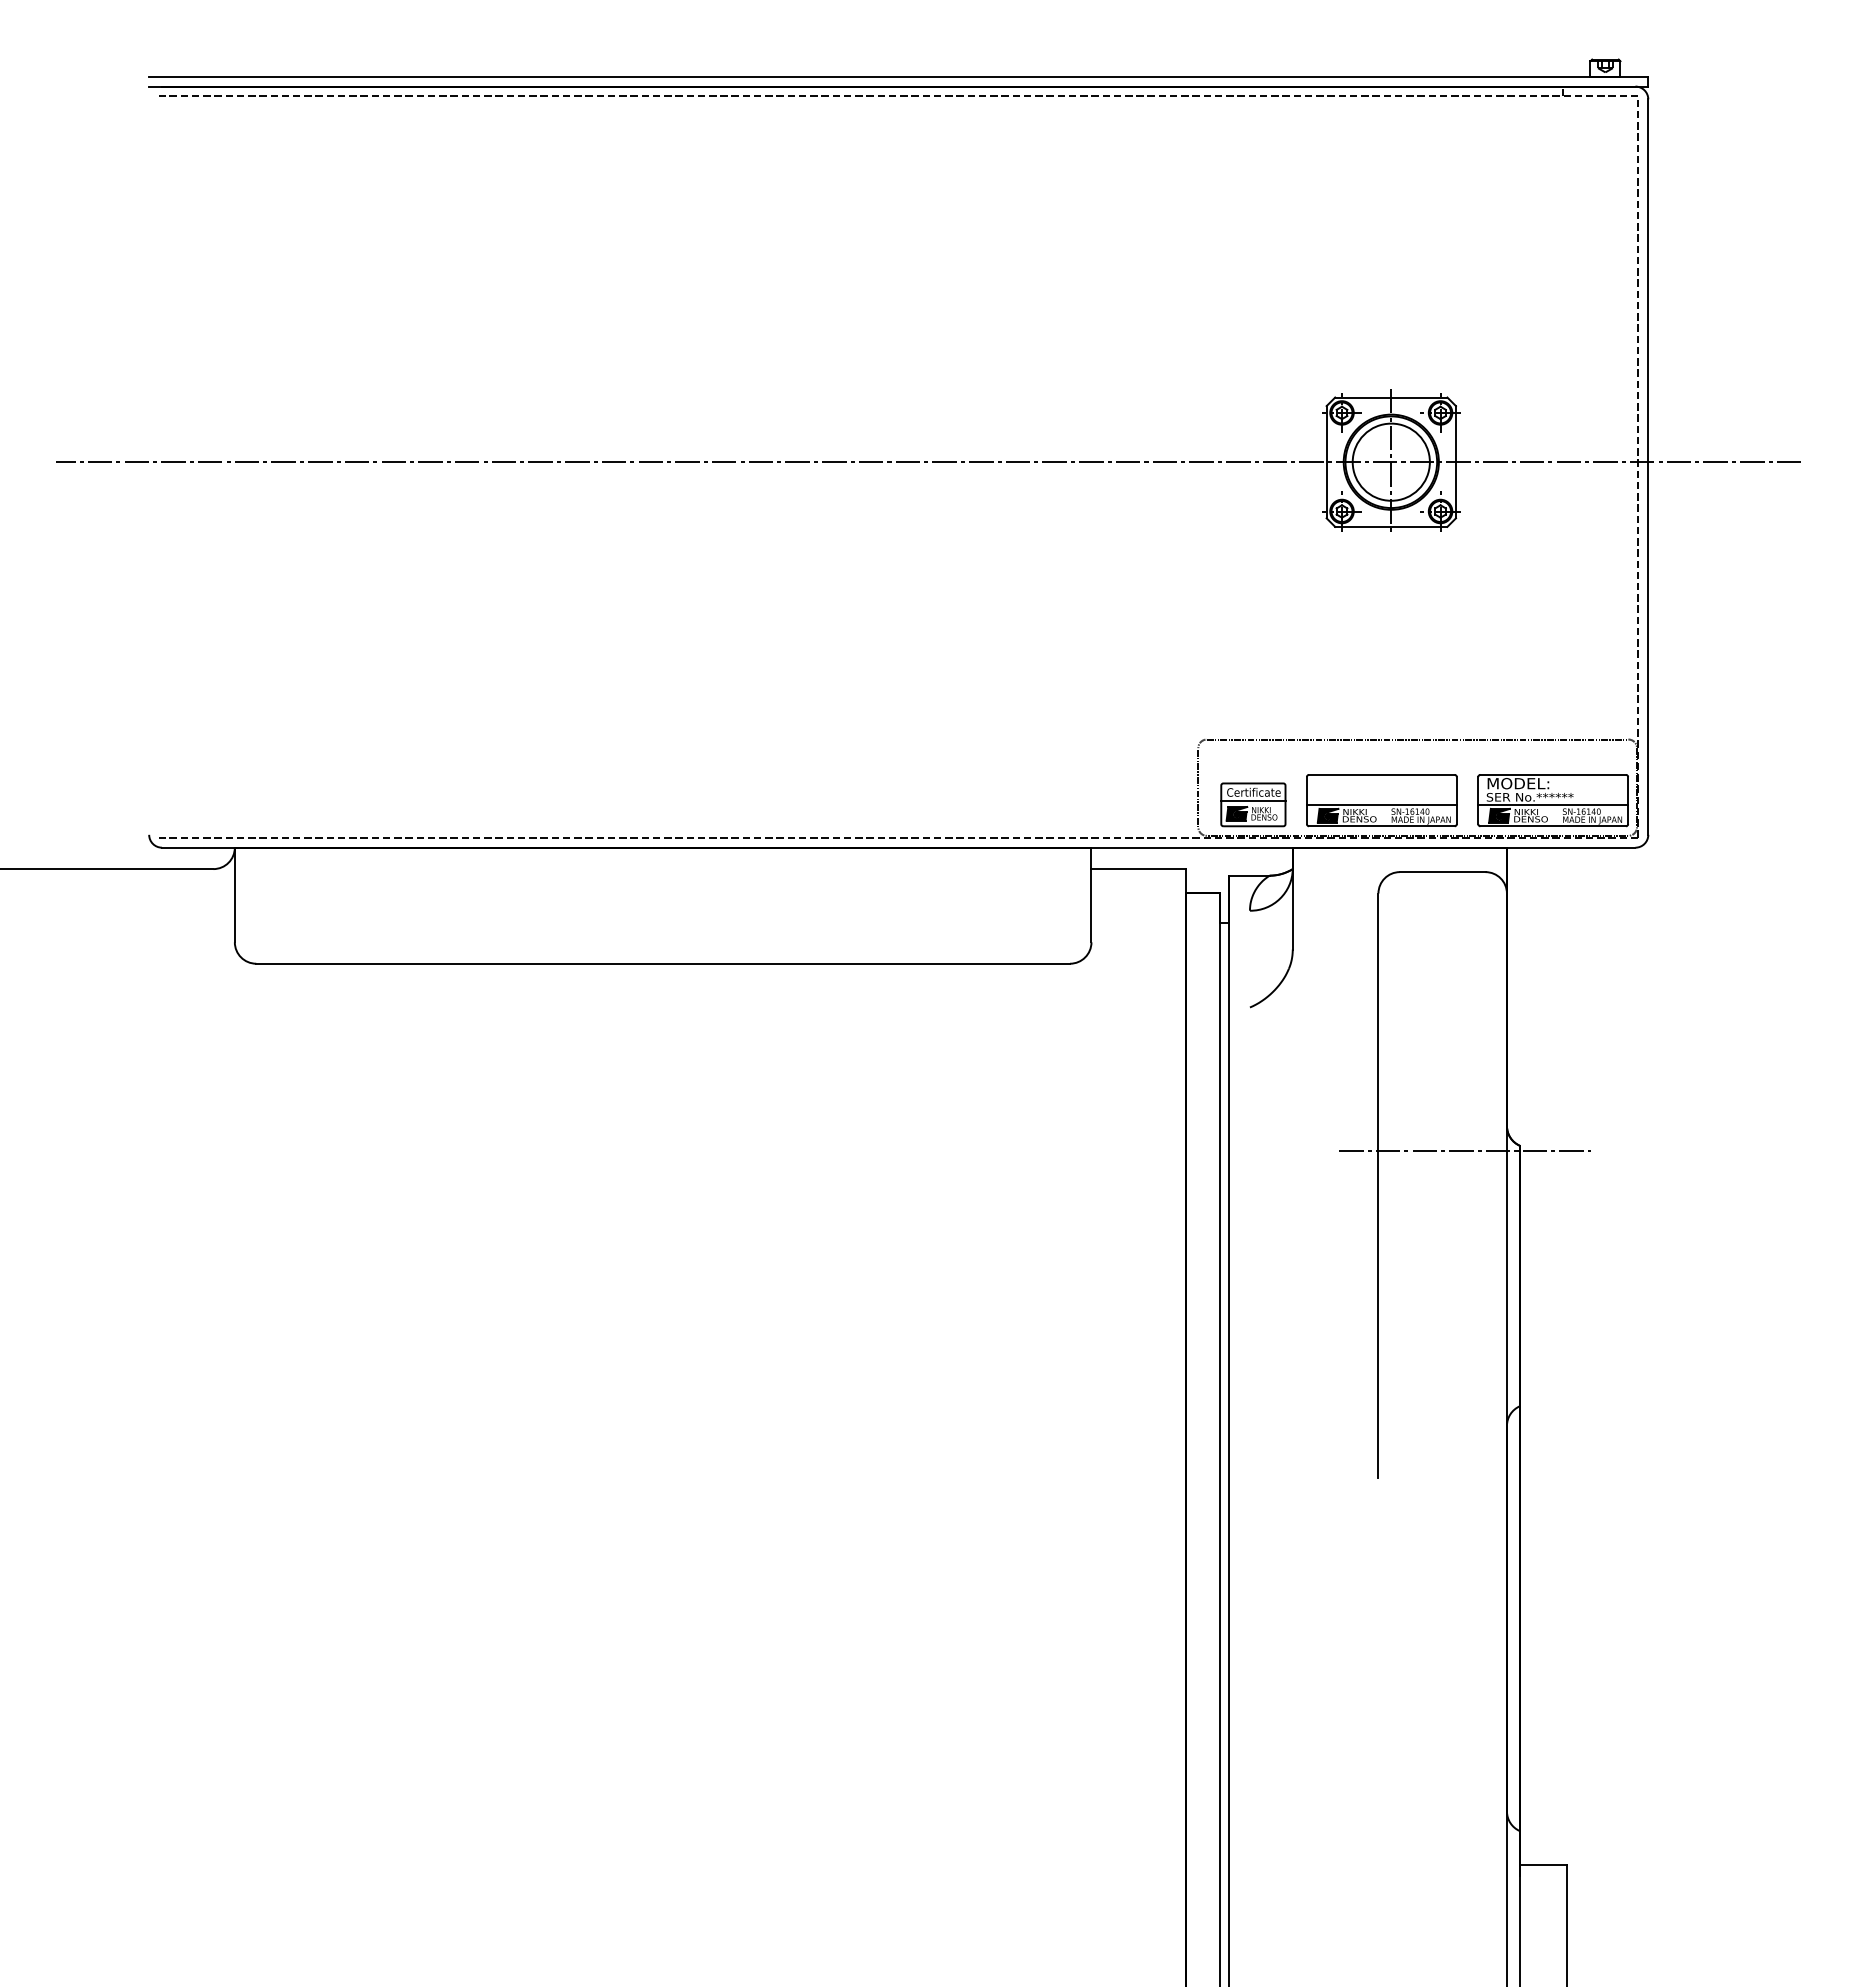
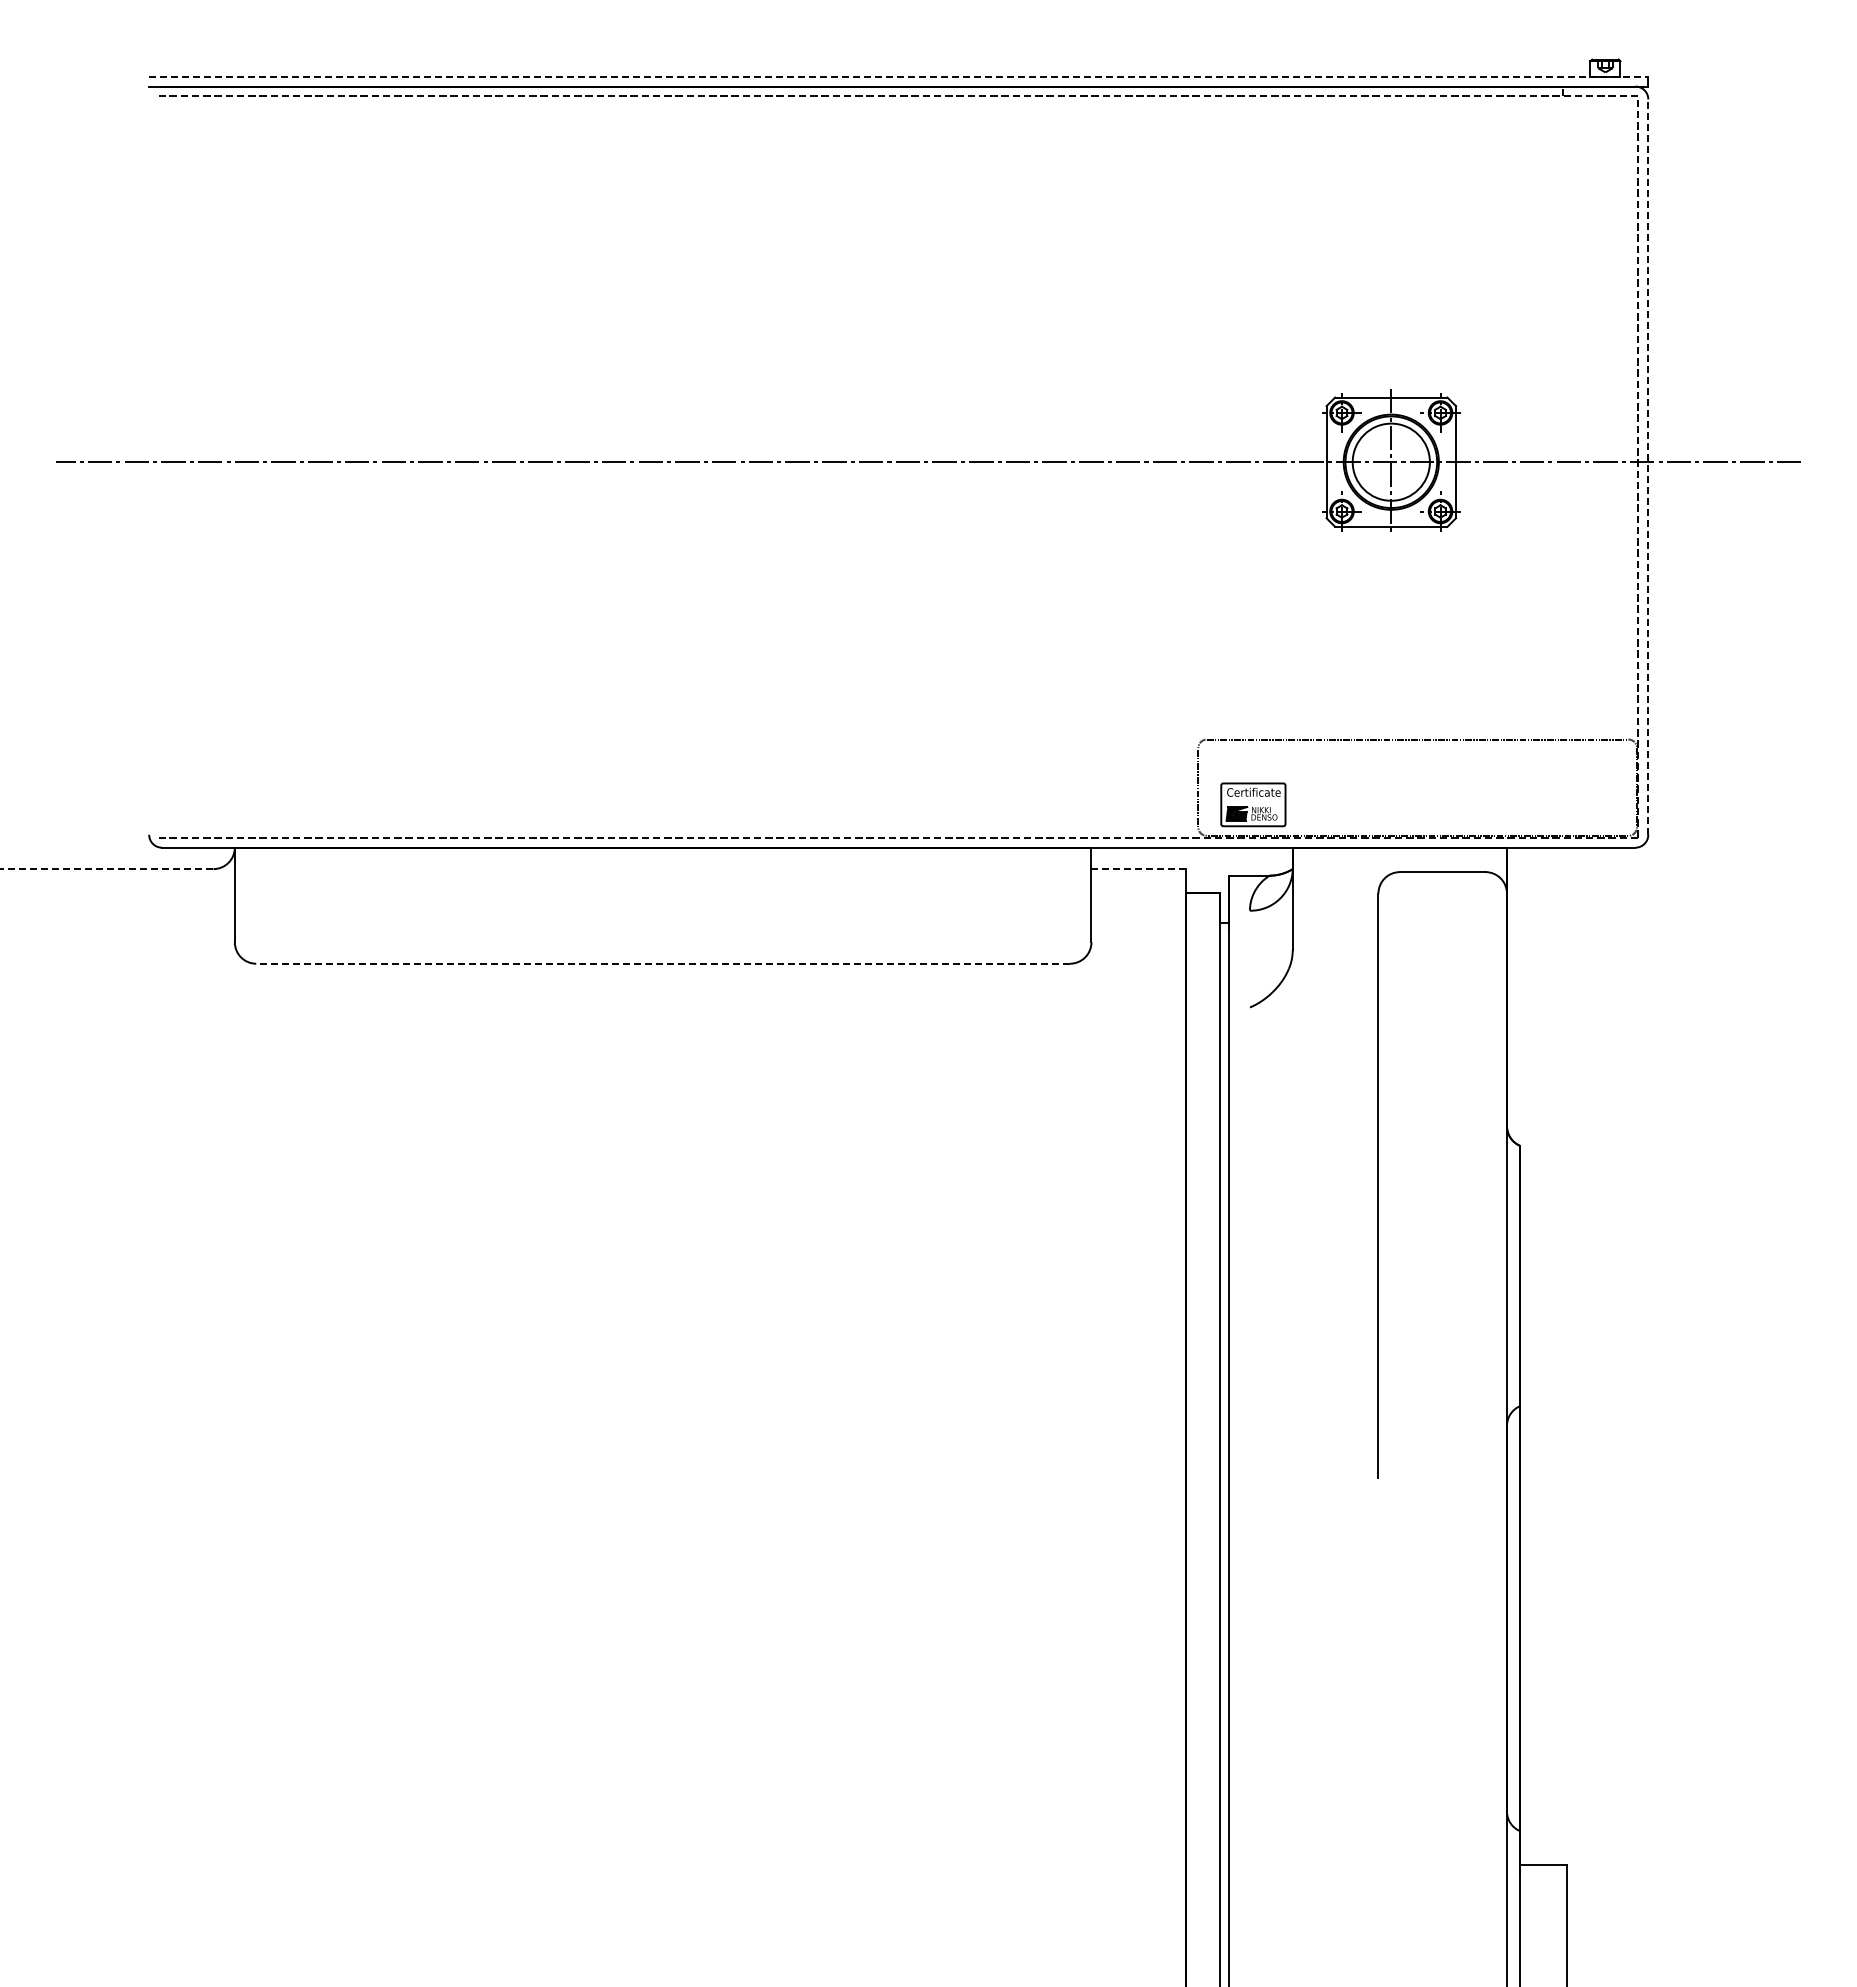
line at (898, 76): solid -> dashed
line at (1648, 467): solid -> dashed
line at (1253, 800): present -> none
part at (1381, 800): present -> none
part at (1552, 800): present -> none
line at (106, 869): solid -> dashed
line at (1138, 869): solid -> dashed
line at (663, 963): solid -> dashed
line at (1464, 1150): present -> none
